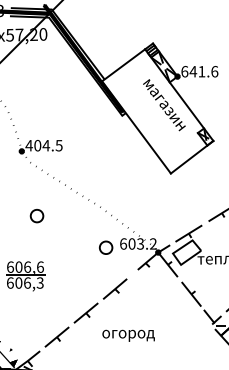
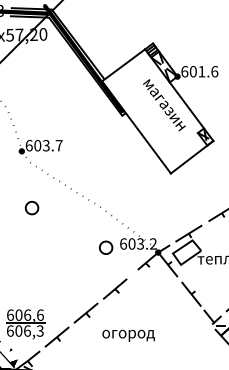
text at (193, 71): 641.6 -> 601.6
text at (43, 145): 404.5 -> 603.7
part at (36, 216) position: (36, 216) -> (31, 208)
part at (25, 276) position: (25, 276) -> (25, 324)
